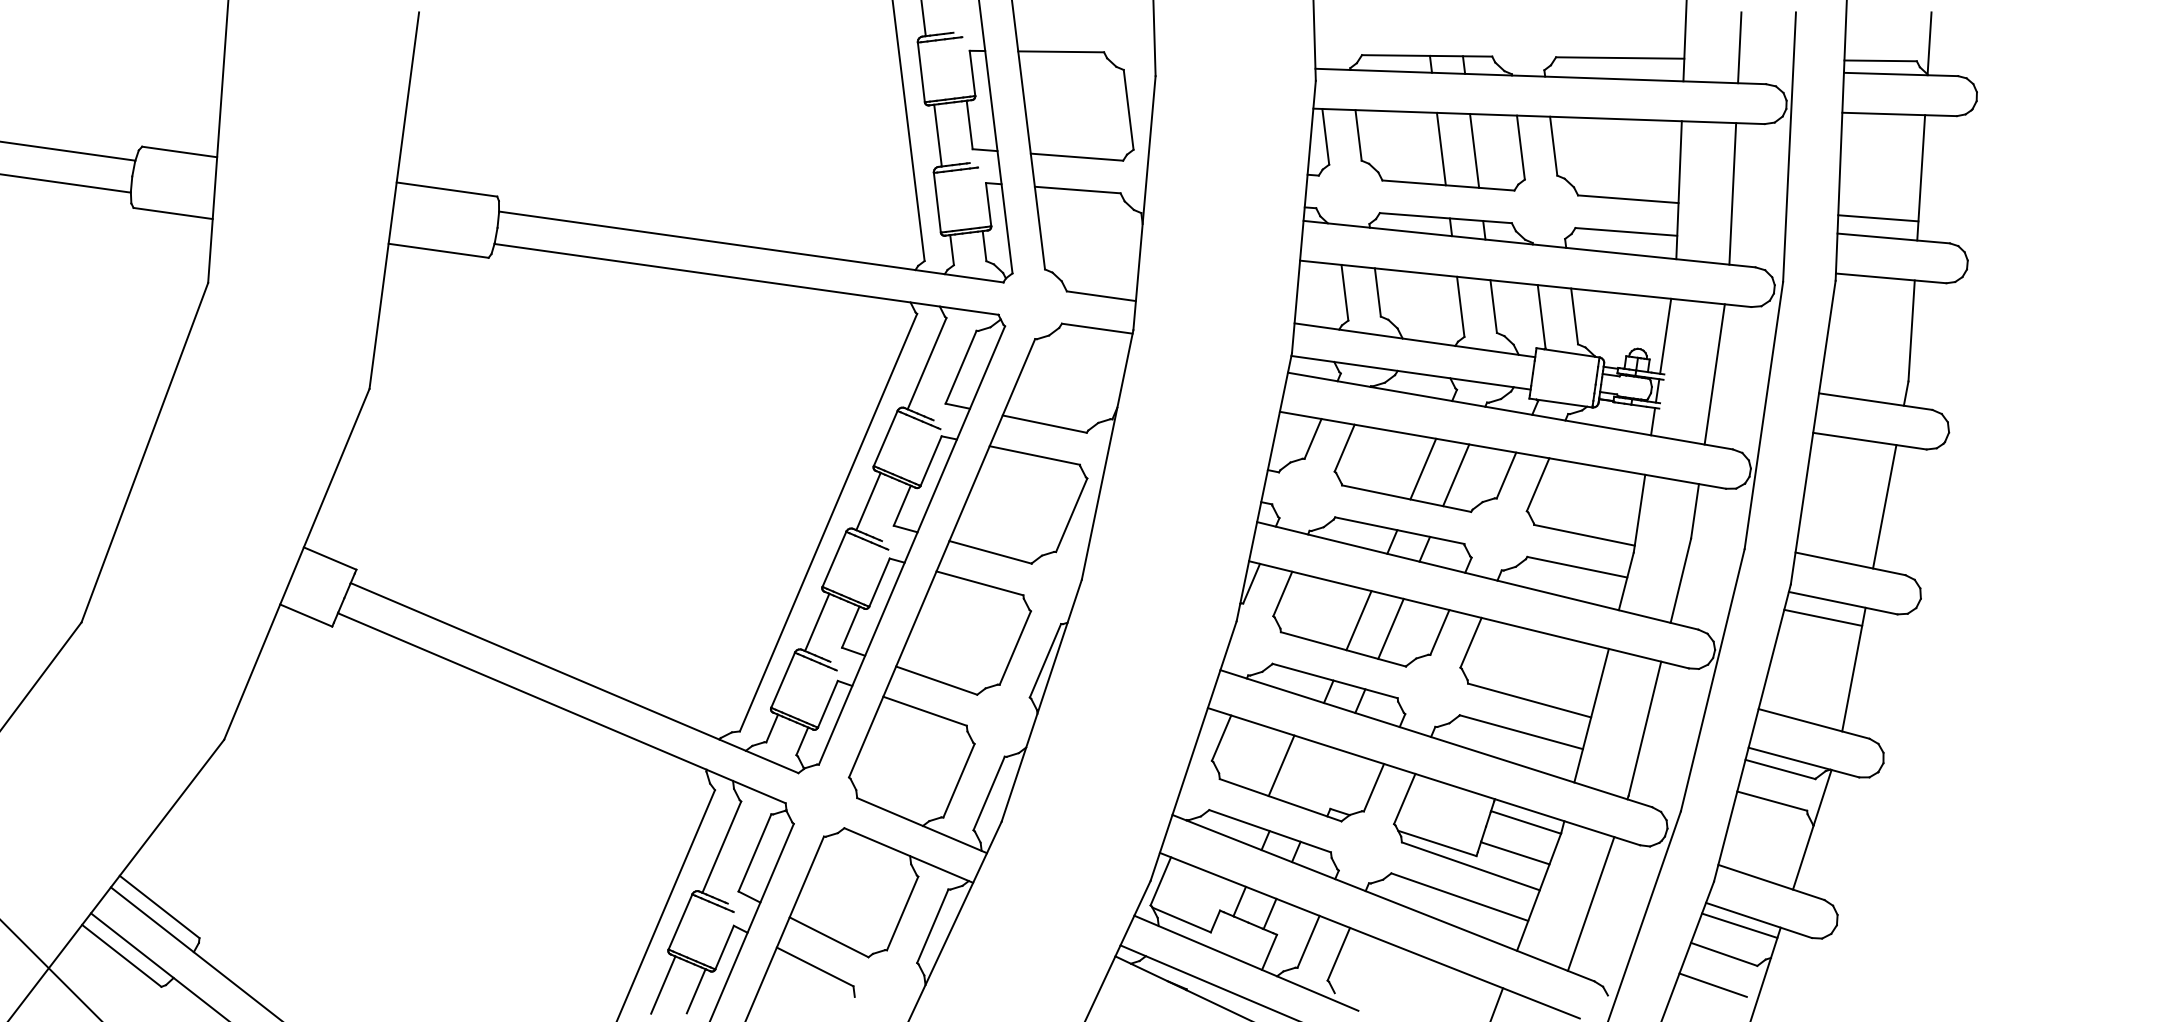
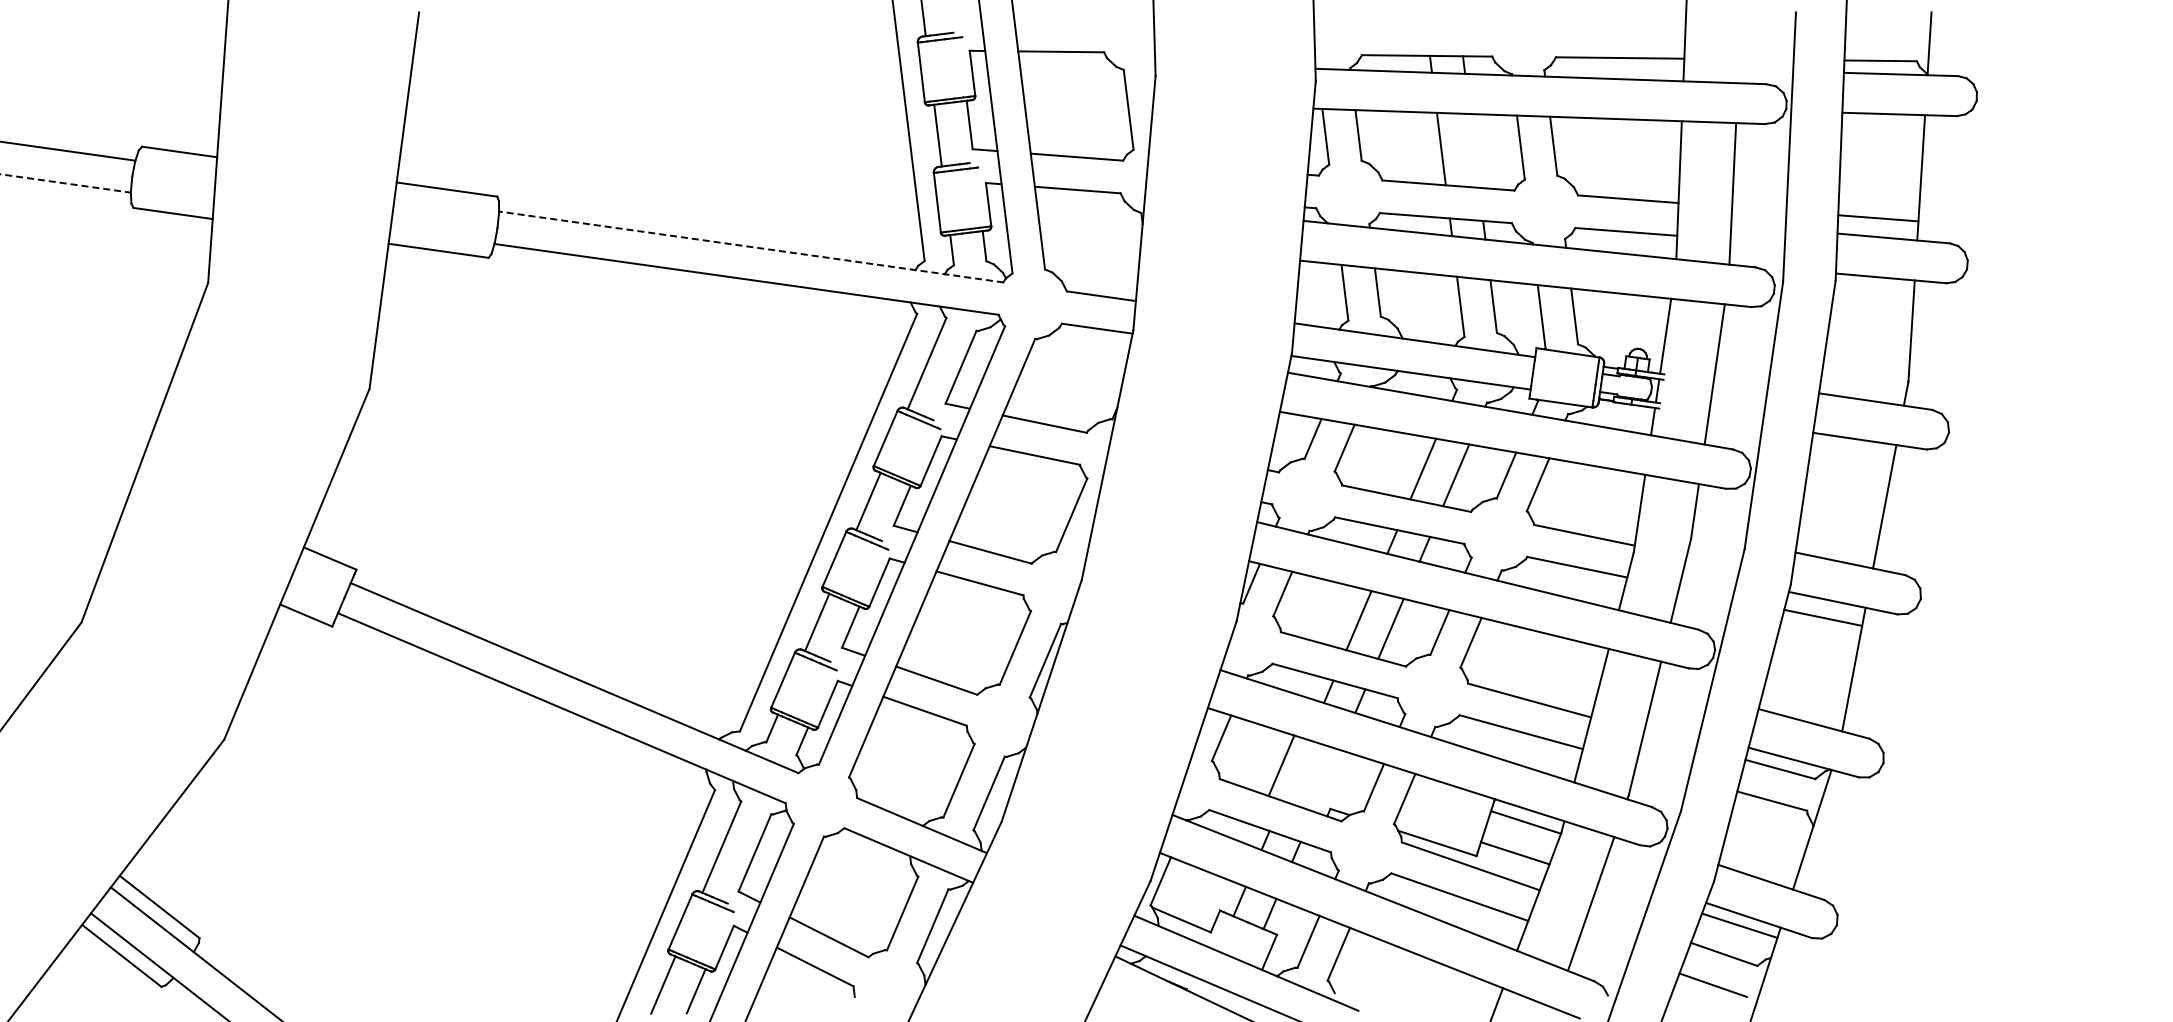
line at (1739, 47): present -> none
line at (1474, 150): present -> none
line at (65, 183): solid -> dashed
line at (751, 247): solid -> dashed
line at (50, 969): present -> none
